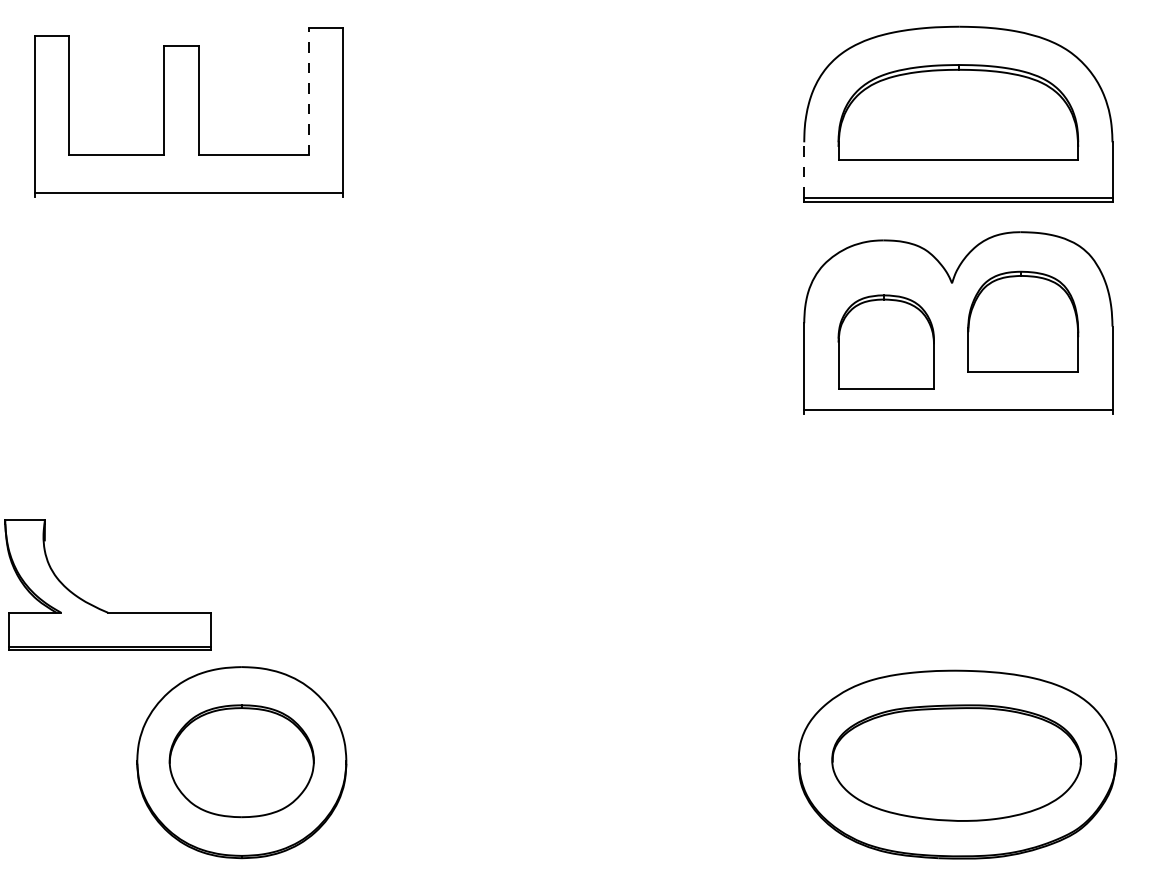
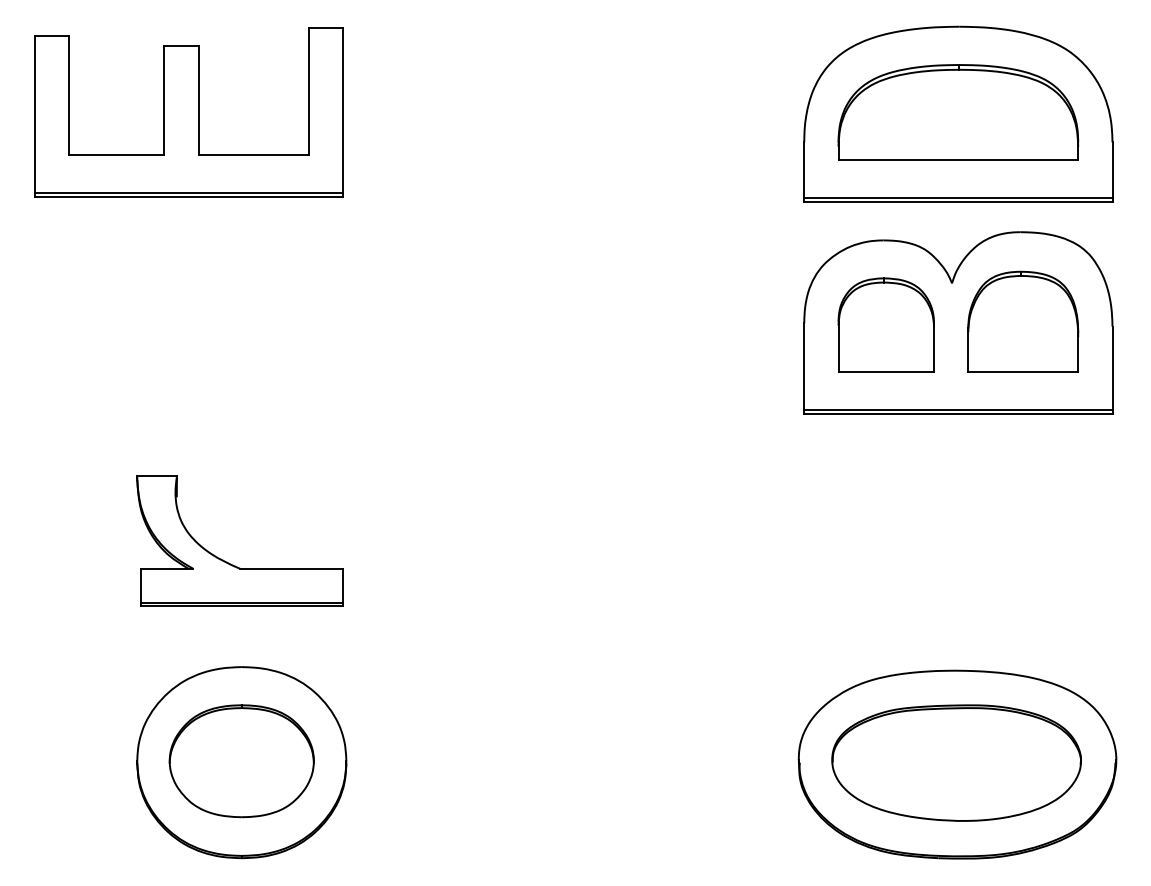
line at (308, 91): dashed -> solid
line at (804, 170): dashed -> solid
line at (188, 197): none -> present
part at (885, 341) position: (885, 341) -> (885, 324)
line at (958, 414): none -> present
part at (95, 605) position: (95, 605) -> (227, 561)
